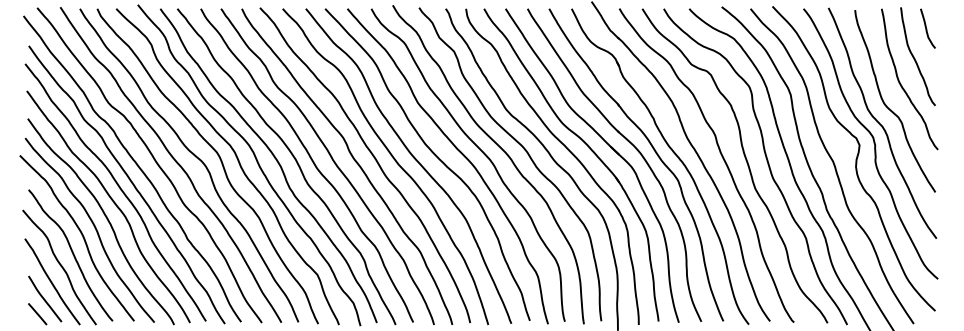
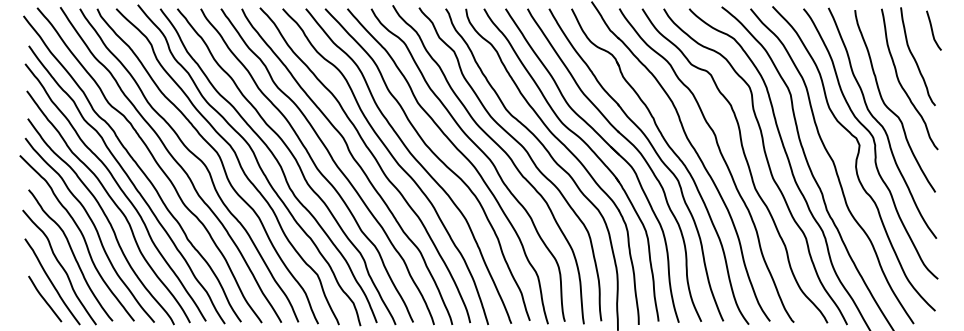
curve at (927, 28) position: (927, 28) -> (933, 30)
line at (37, 314): present -> none
